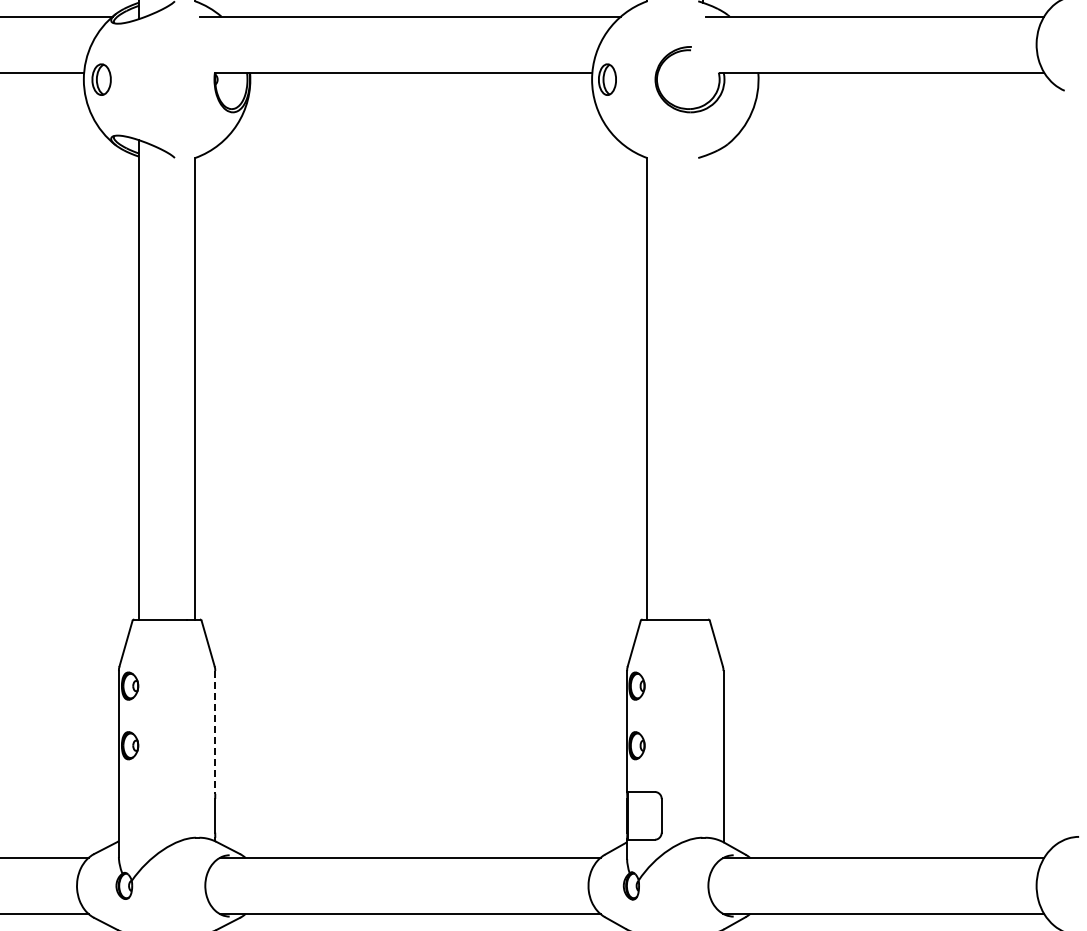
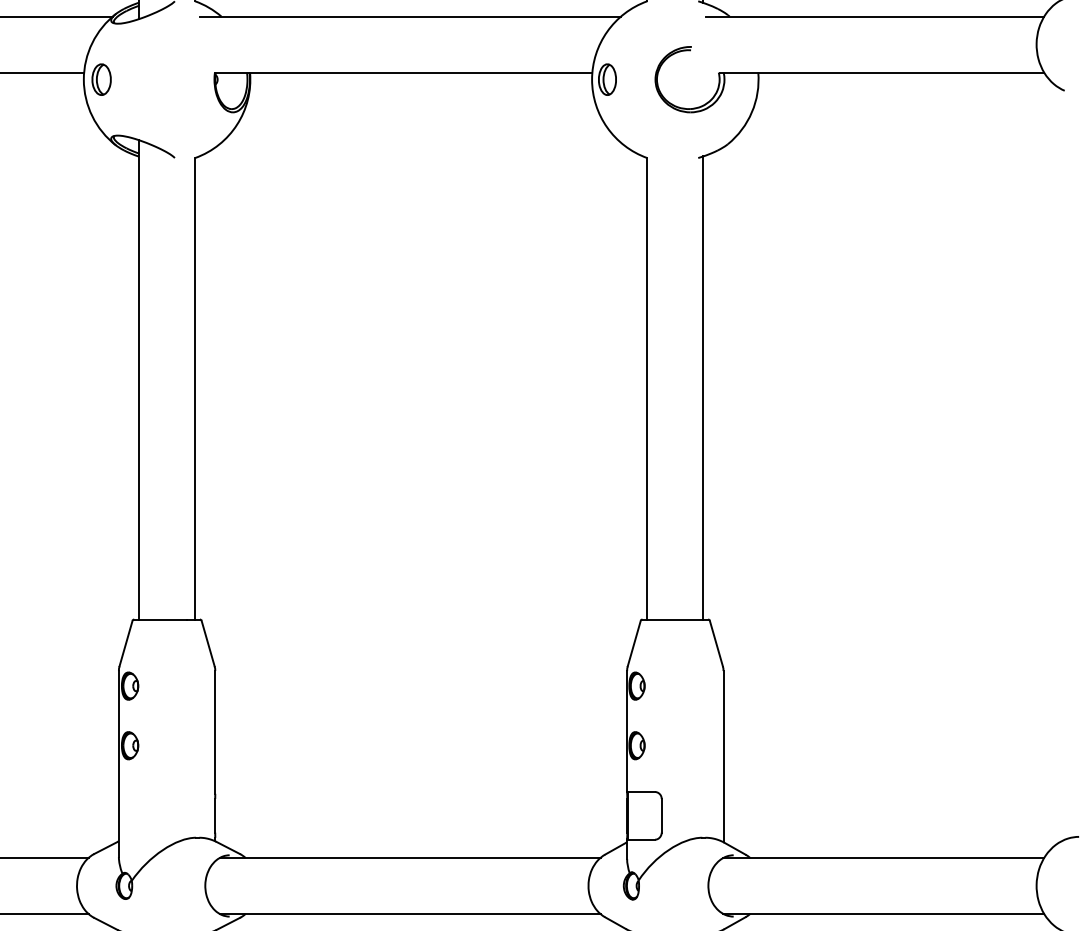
line at (703, 387): none -> present
line at (215, 732): dashed -> solid
